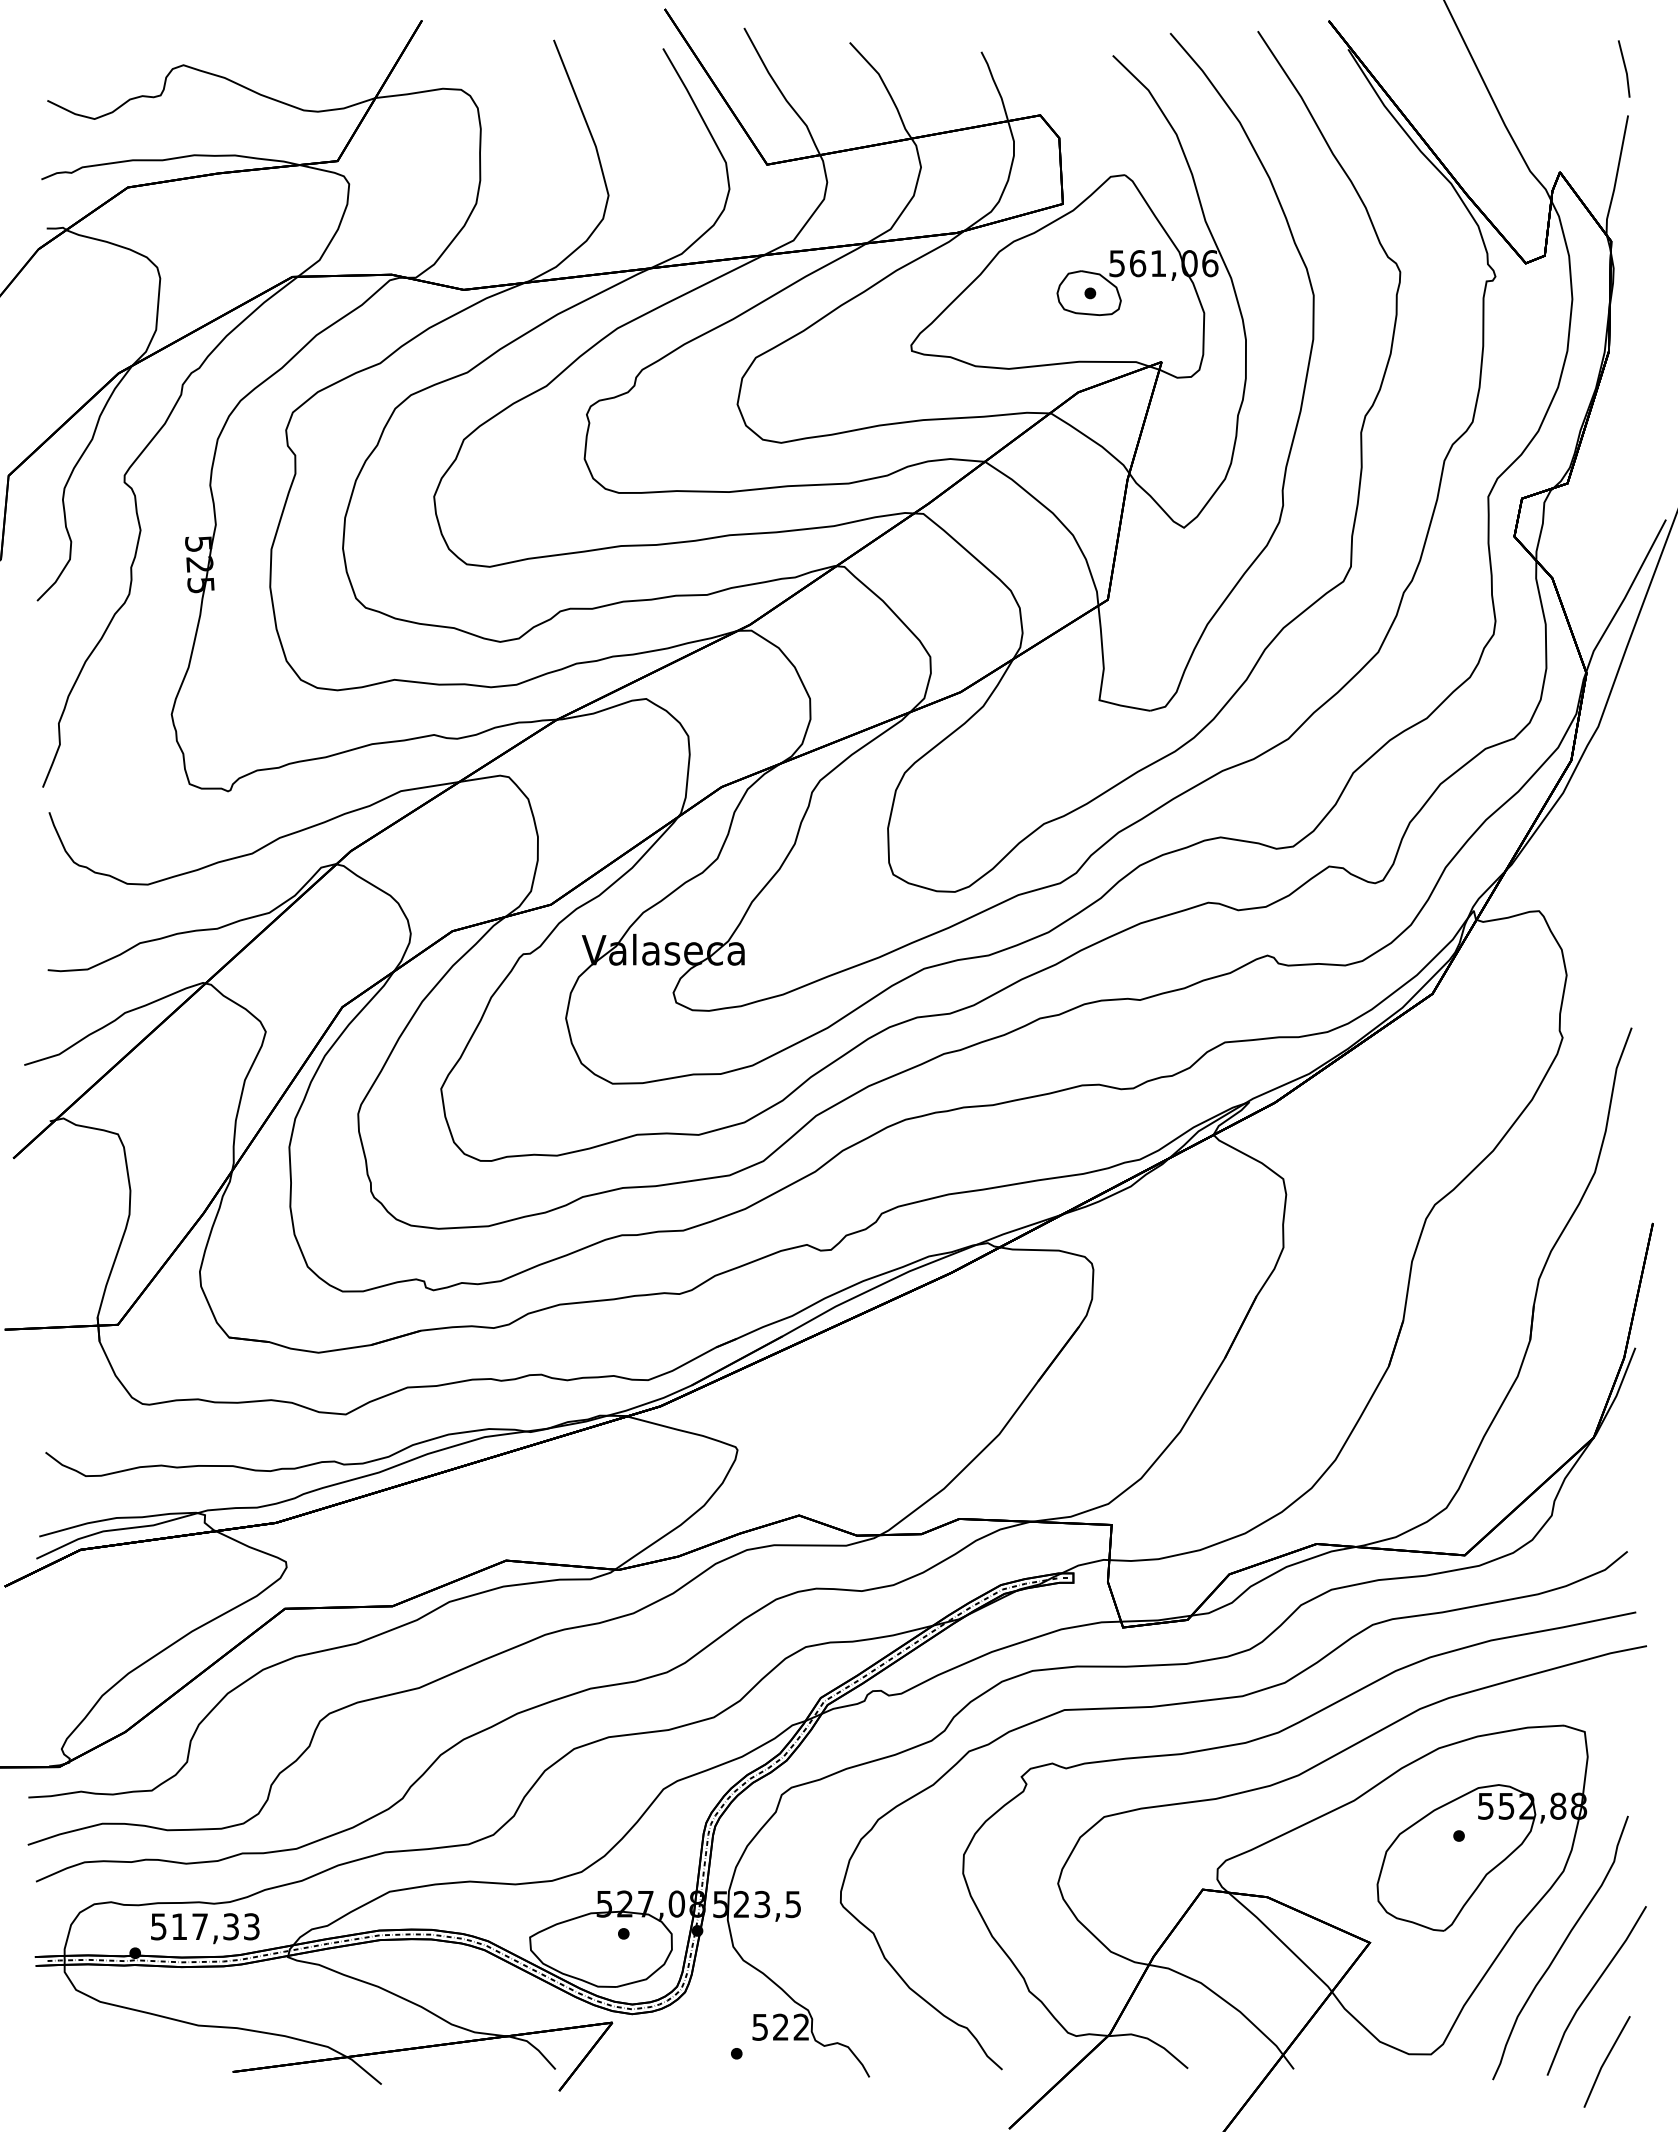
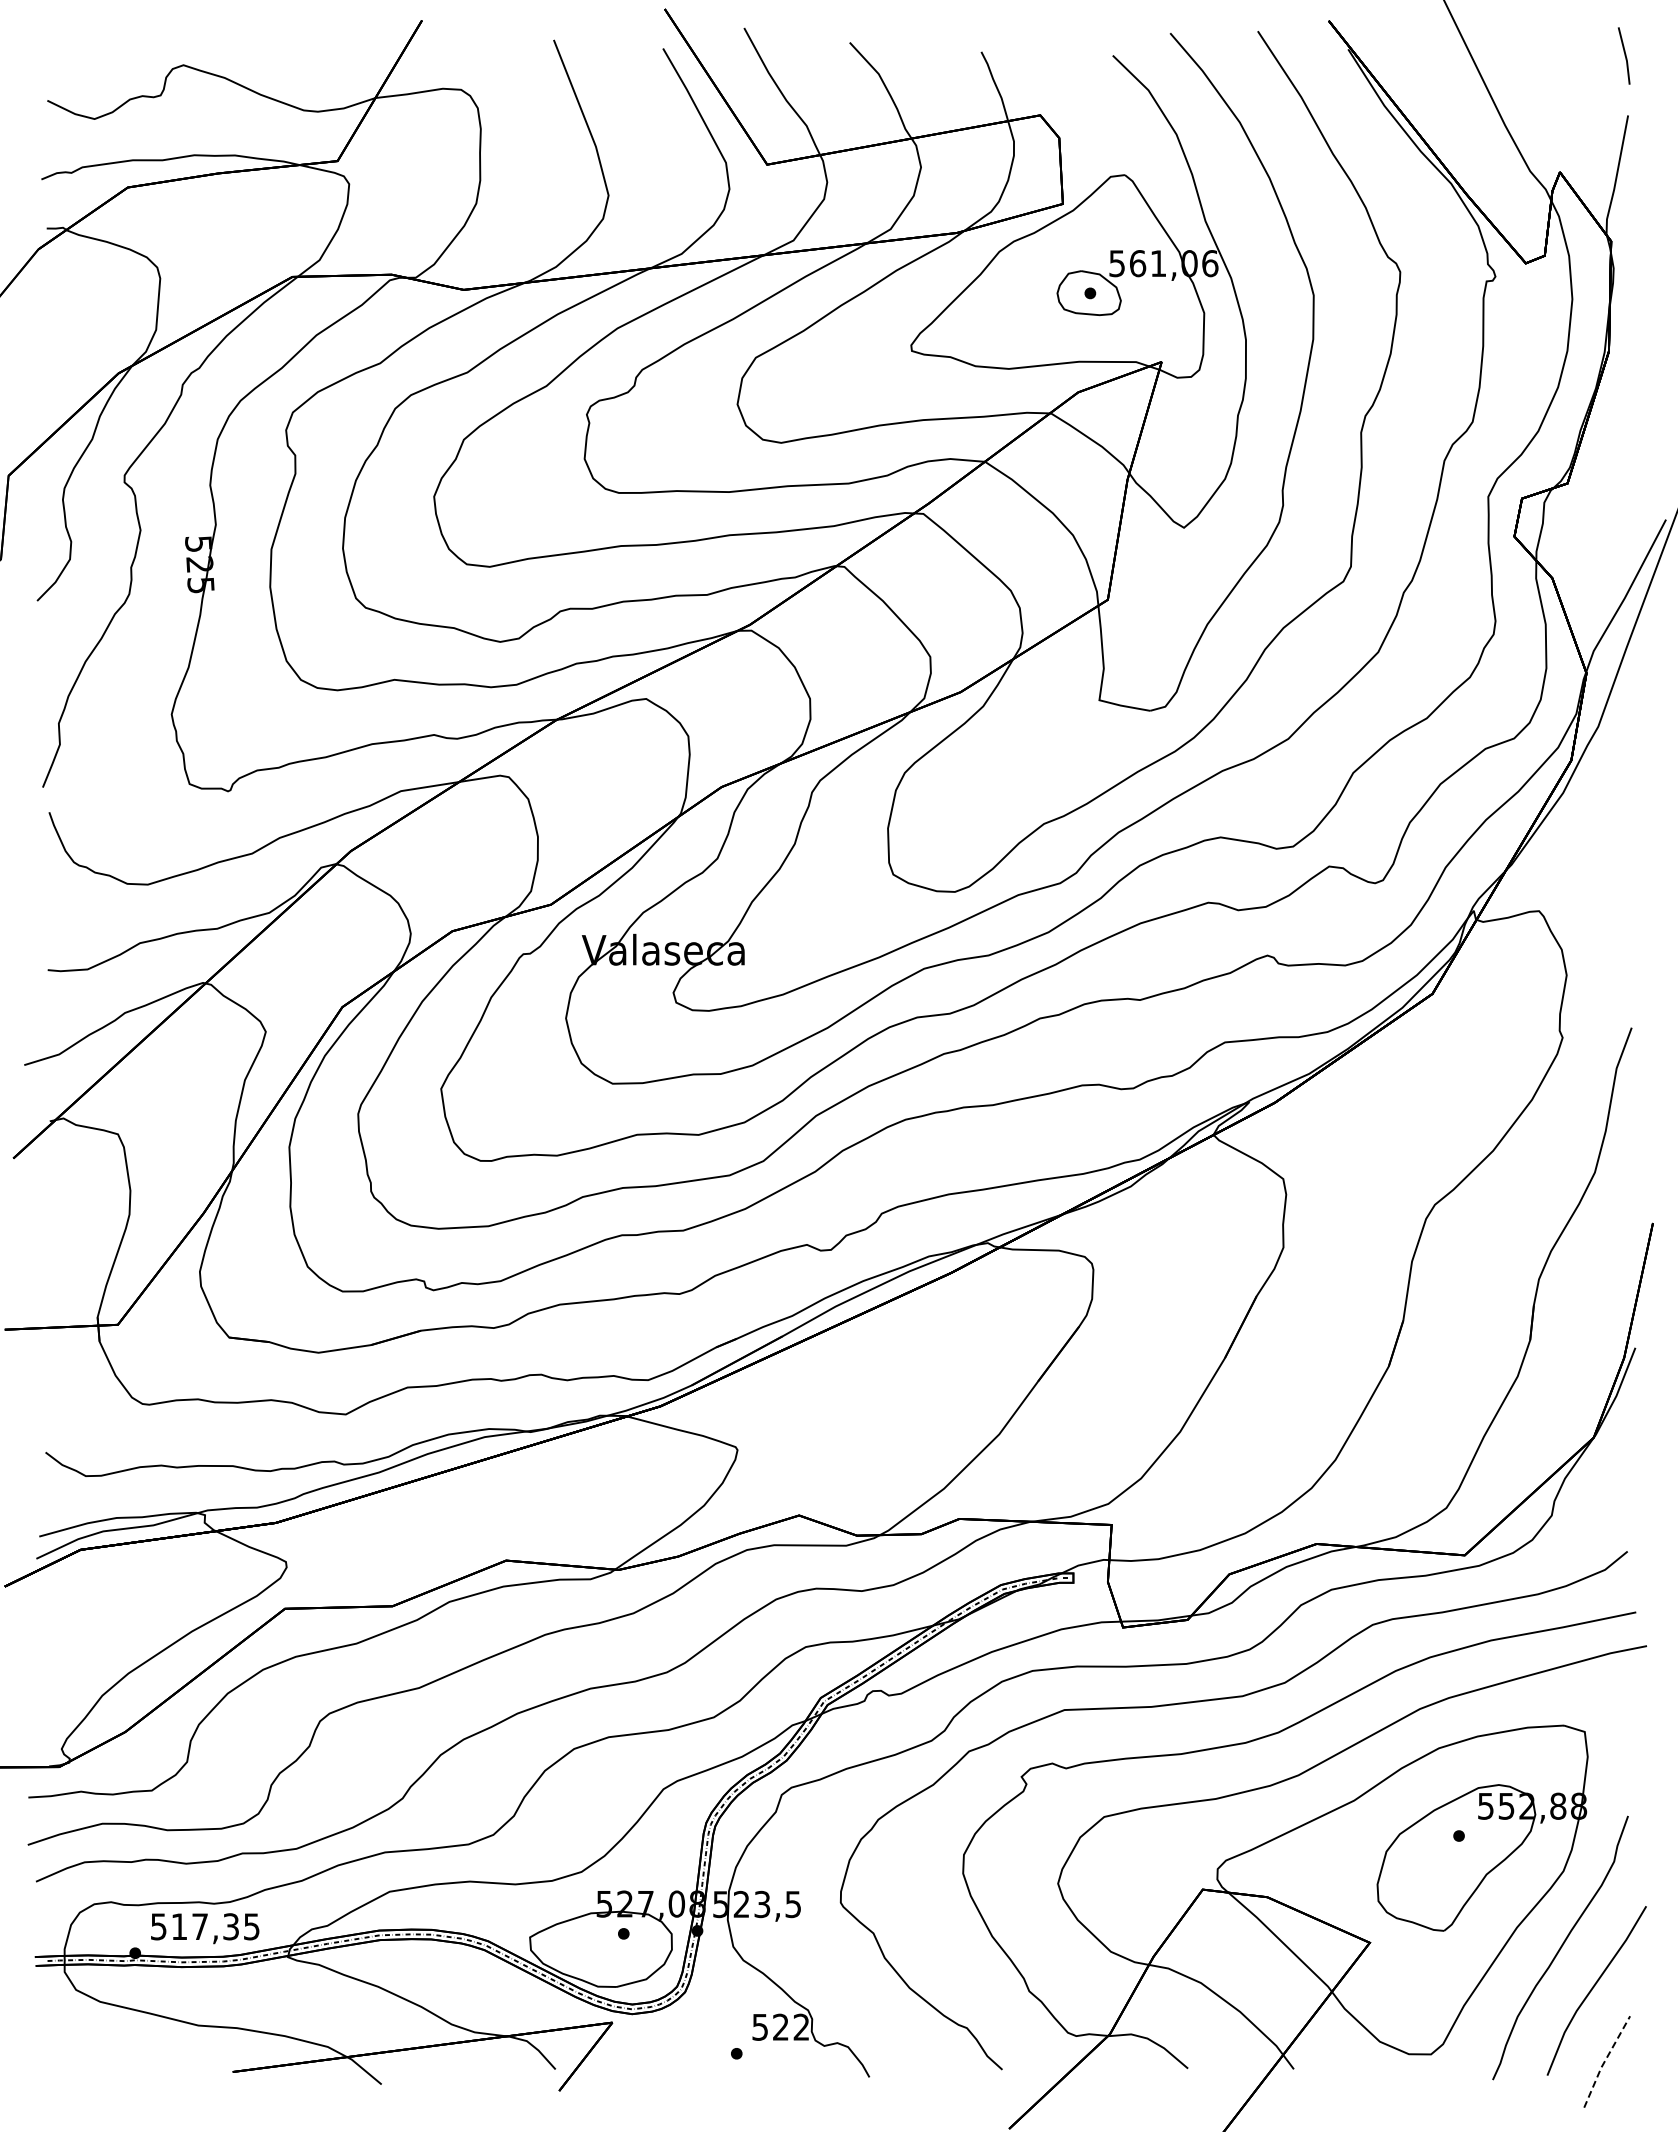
line at (1624, 68) position: (1624, 68) -> (1624, 55)
text at (251, 1926): 517,33 -> 517,35
line at (1604, 2061): solid -> dashed
